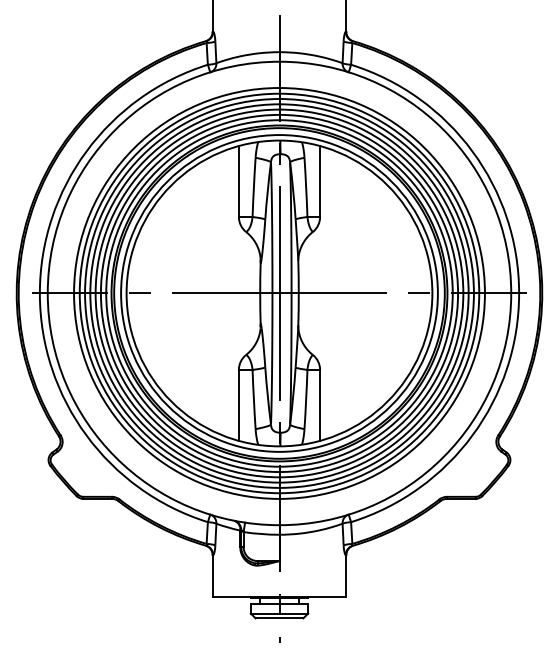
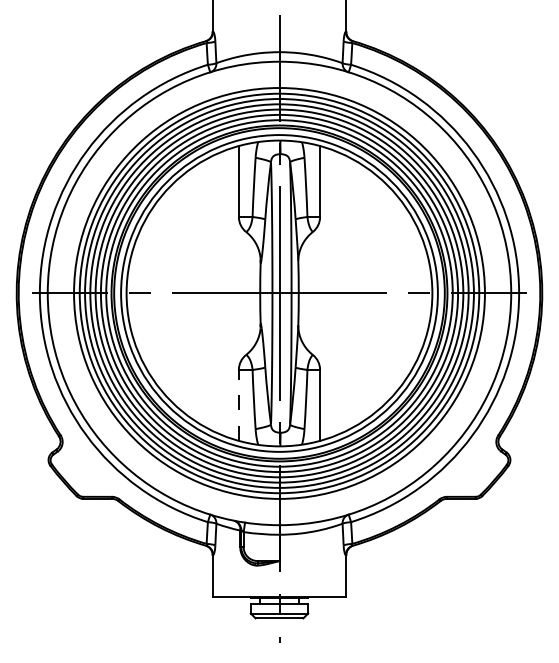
line at (238, 404): solid -> dashed
